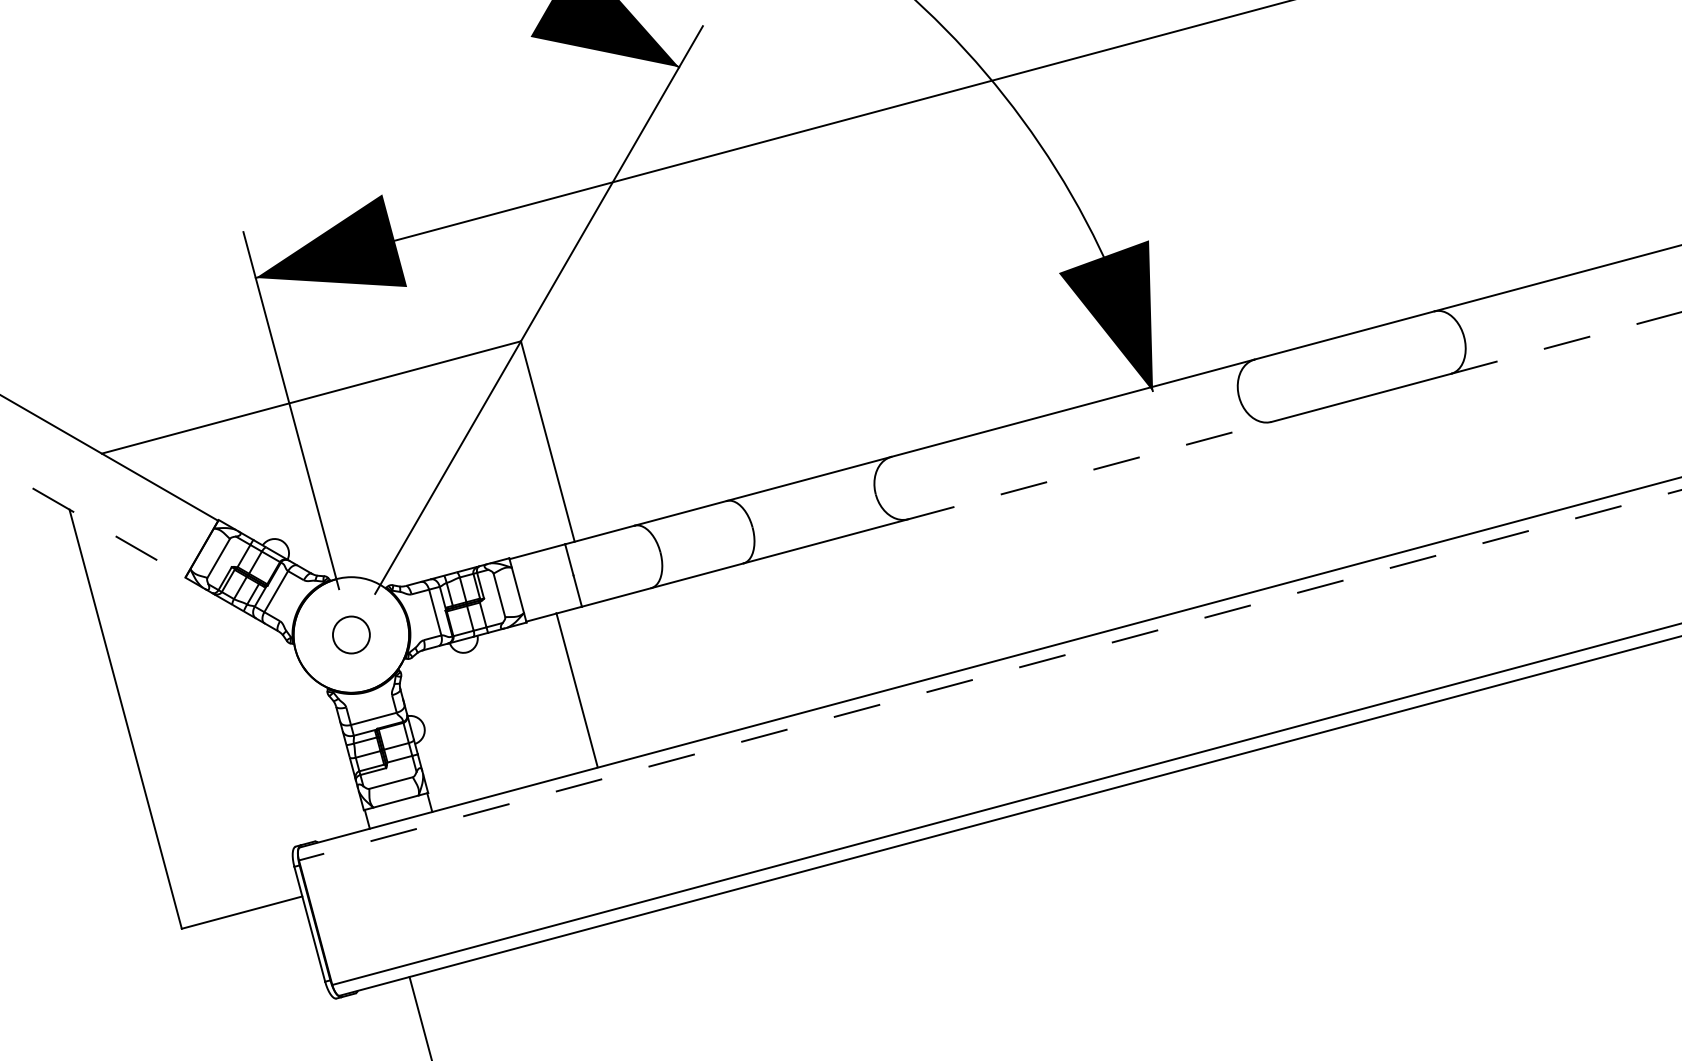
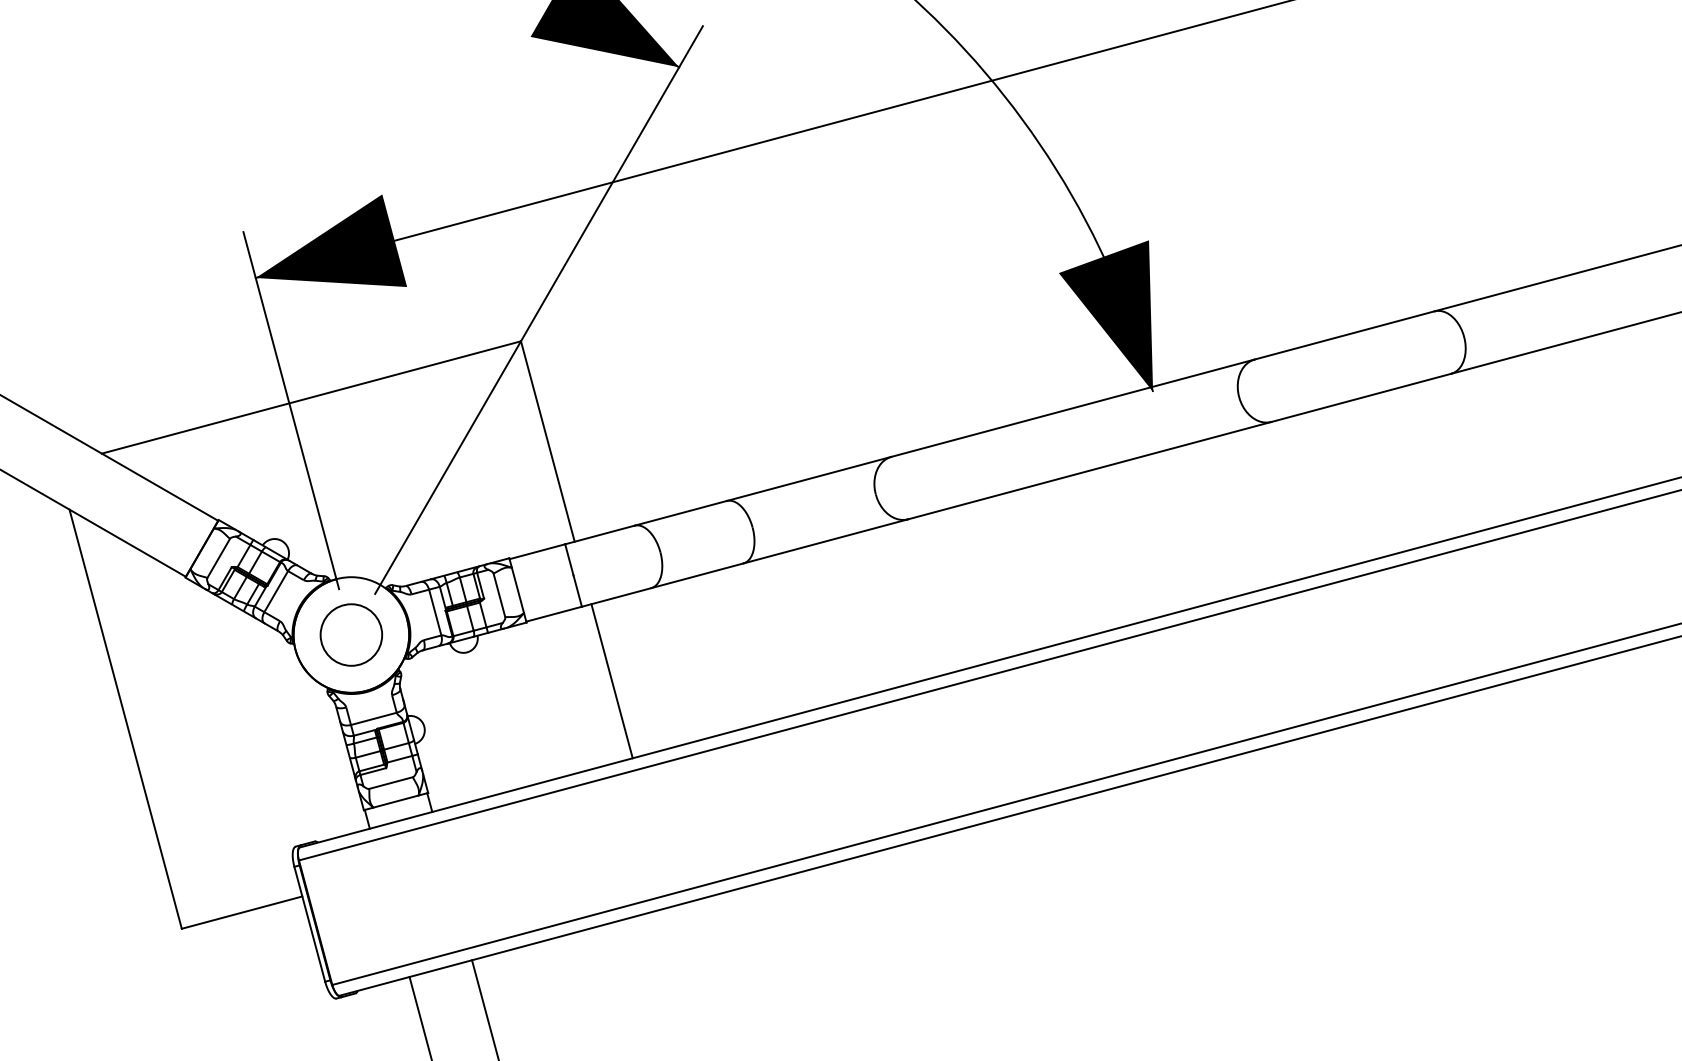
line at (1567, 342): dashed -> solid
line at (1090, 470): dashed -> solid
line at (93, 523): dashed -> solid
circle at (351, 634) size: 39x40 px -> 65x64 px
line at (989, 675): dashed -> solid
line at (576, 690) position: (576, 690) -> (611, 681)
line at (485, 1008): none -> present
